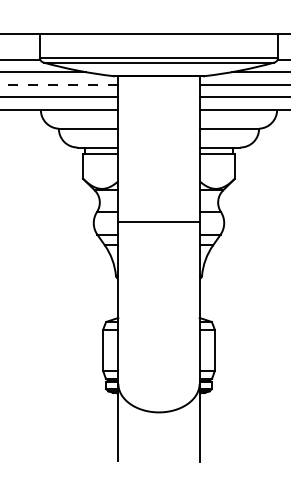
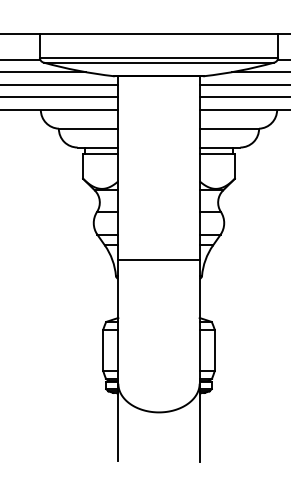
line at (59, 84): dashed -> solid
line at (158, 221) position: (158, 221) -> (158, 259)
